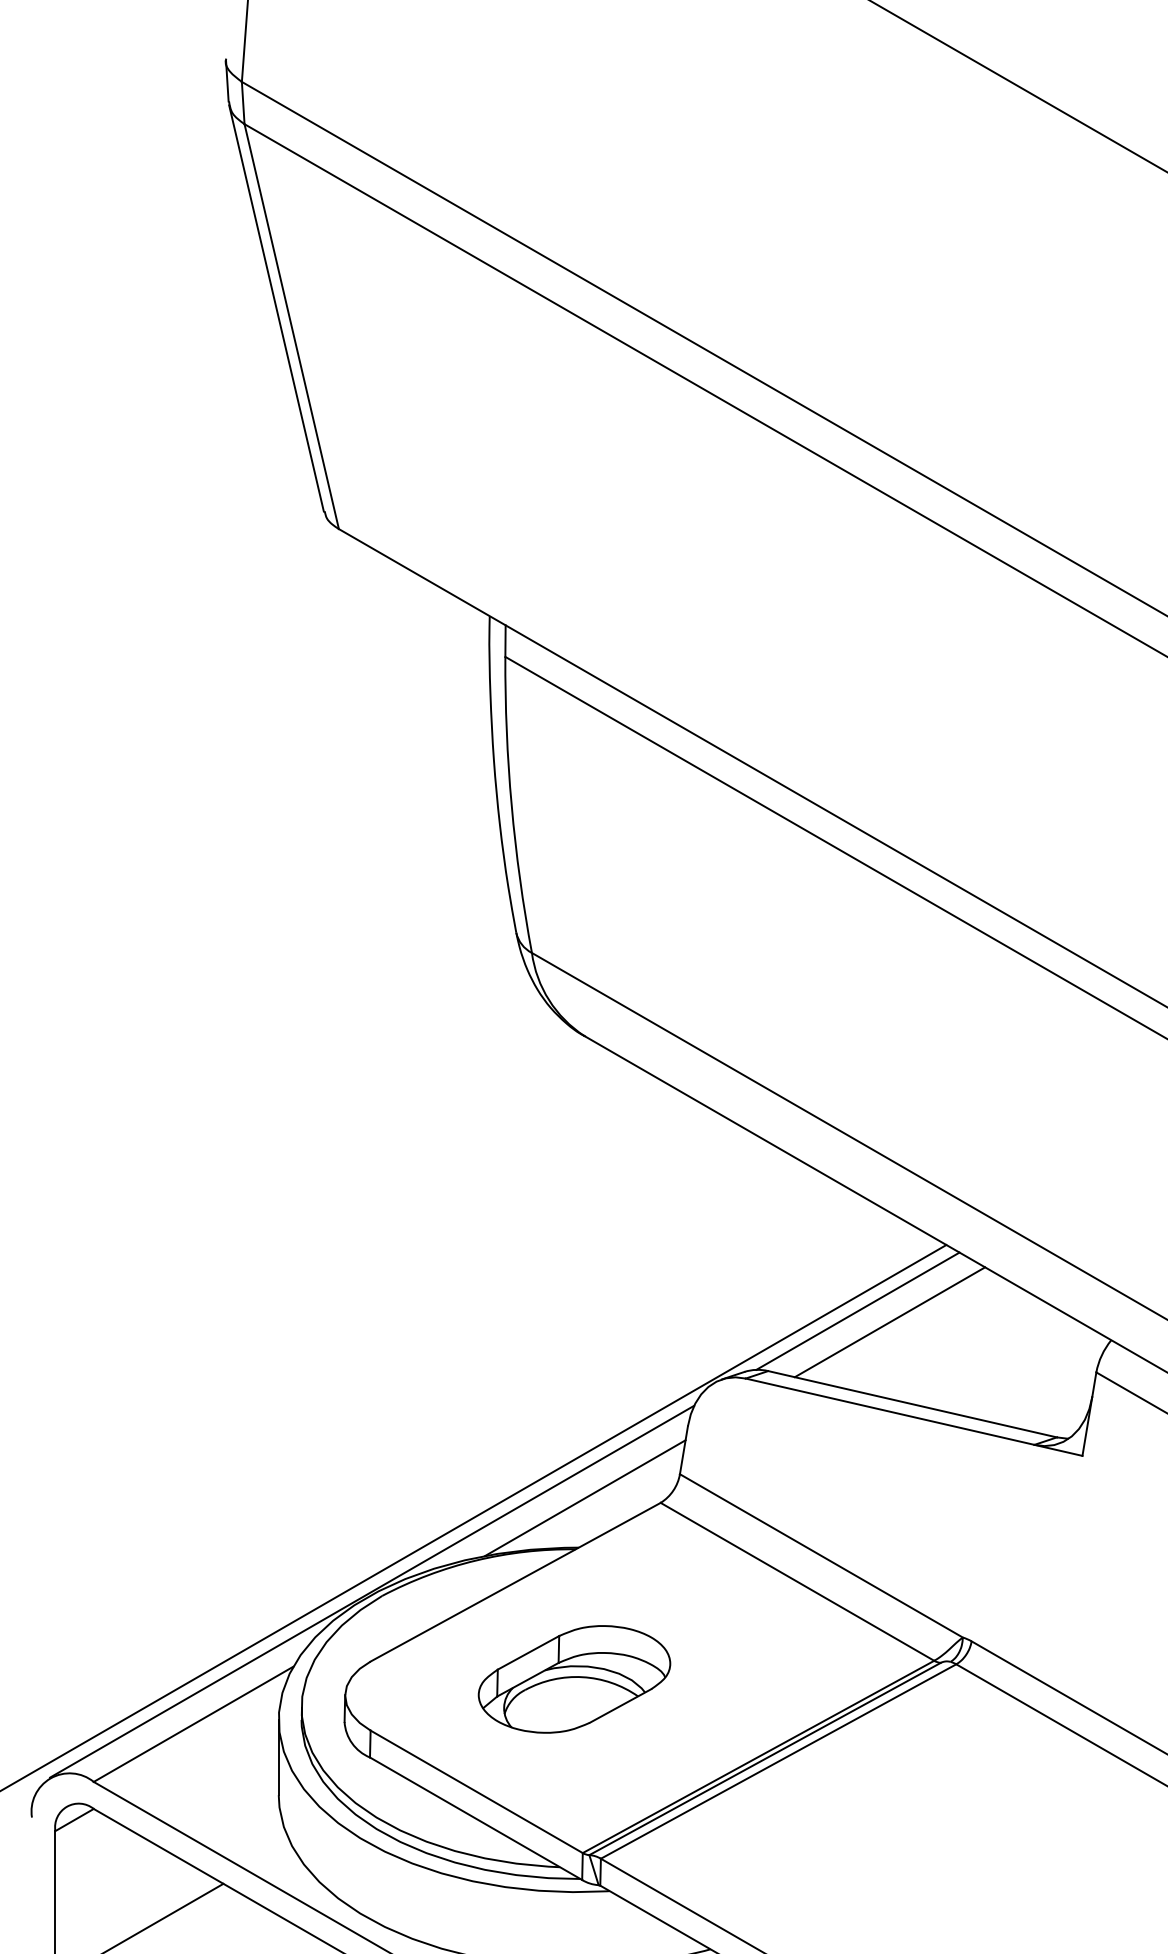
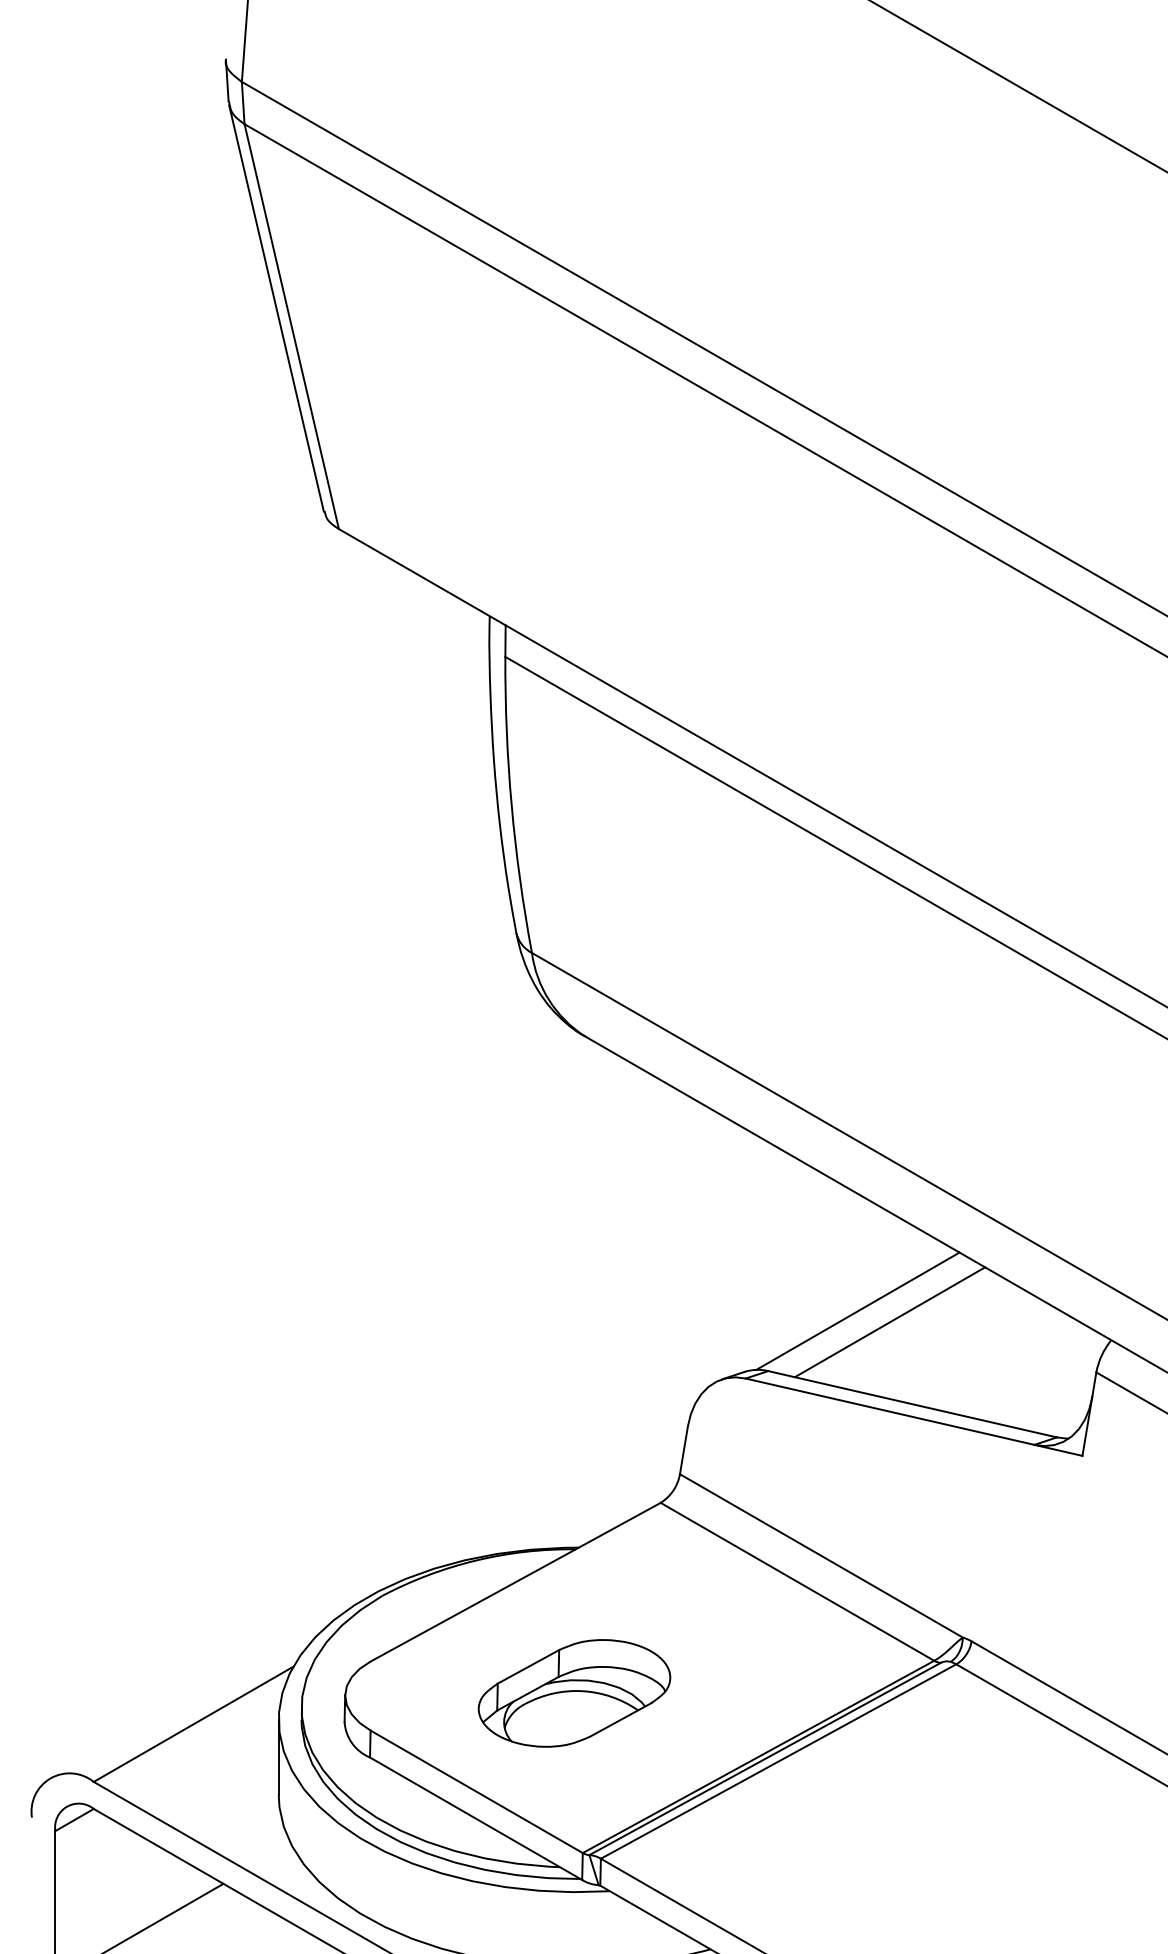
line at (585, 1498): present -> none
line at (474, 1517): present -> none
line at (372, 1591): present -> none
part at (574, 1679) position: (574, 1679) -> (574, 1693)
